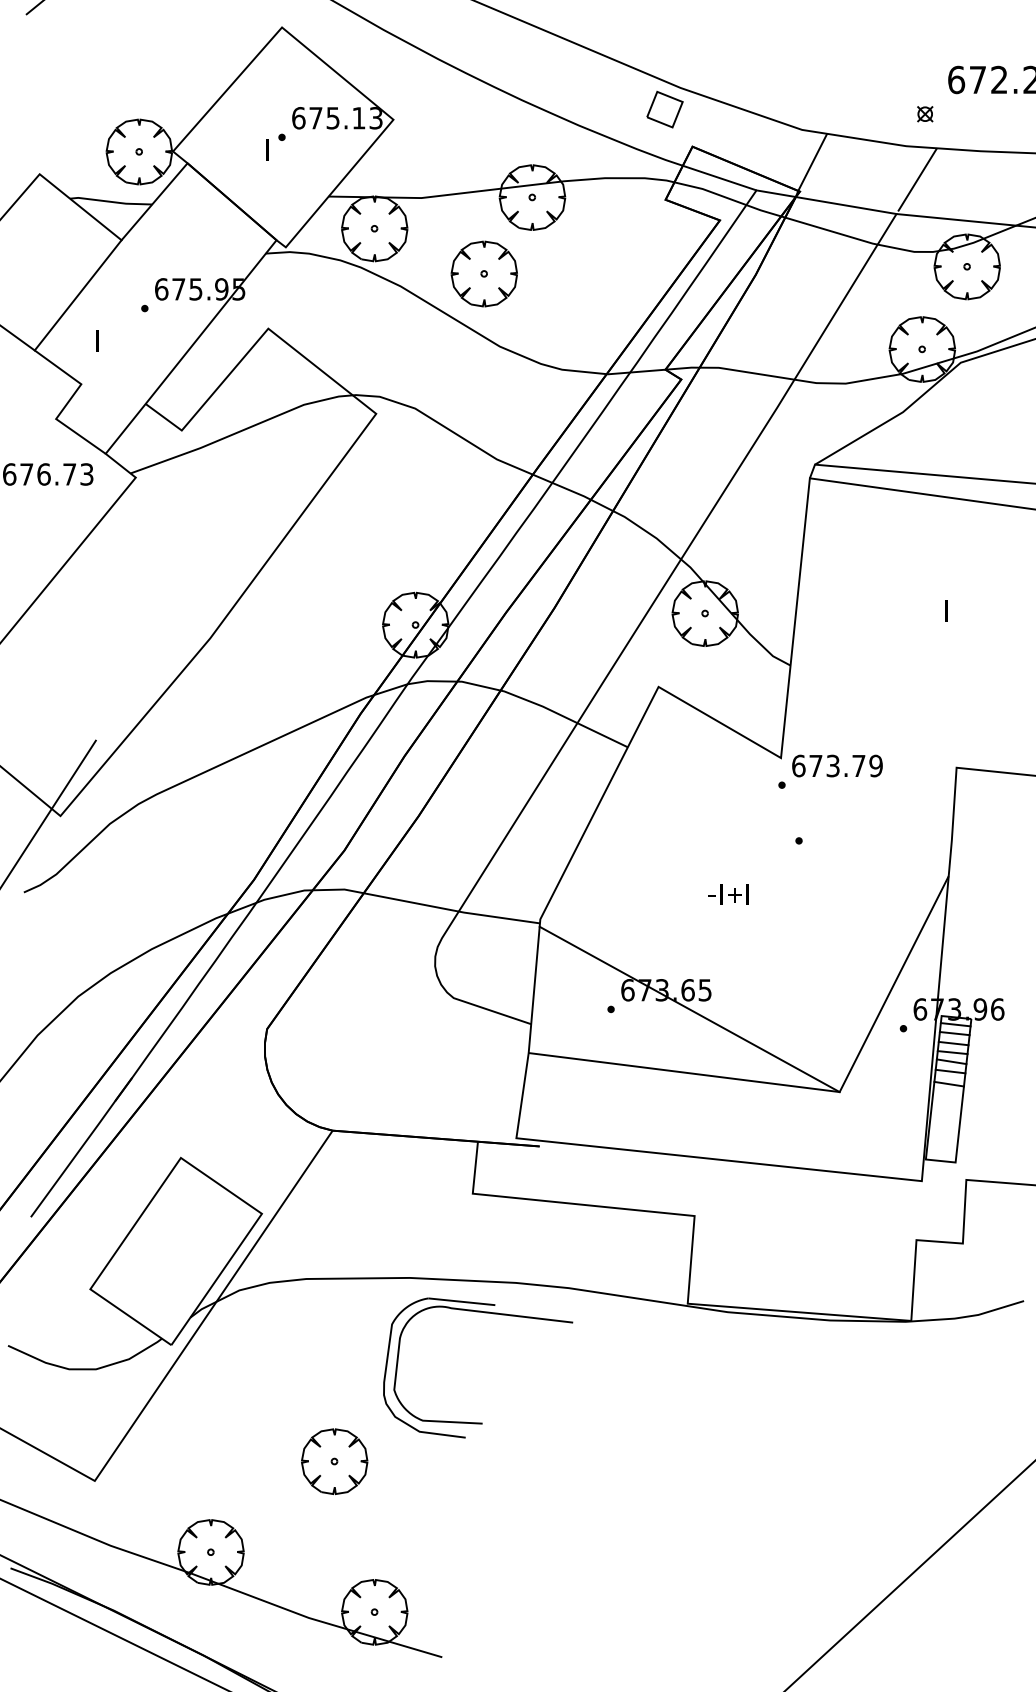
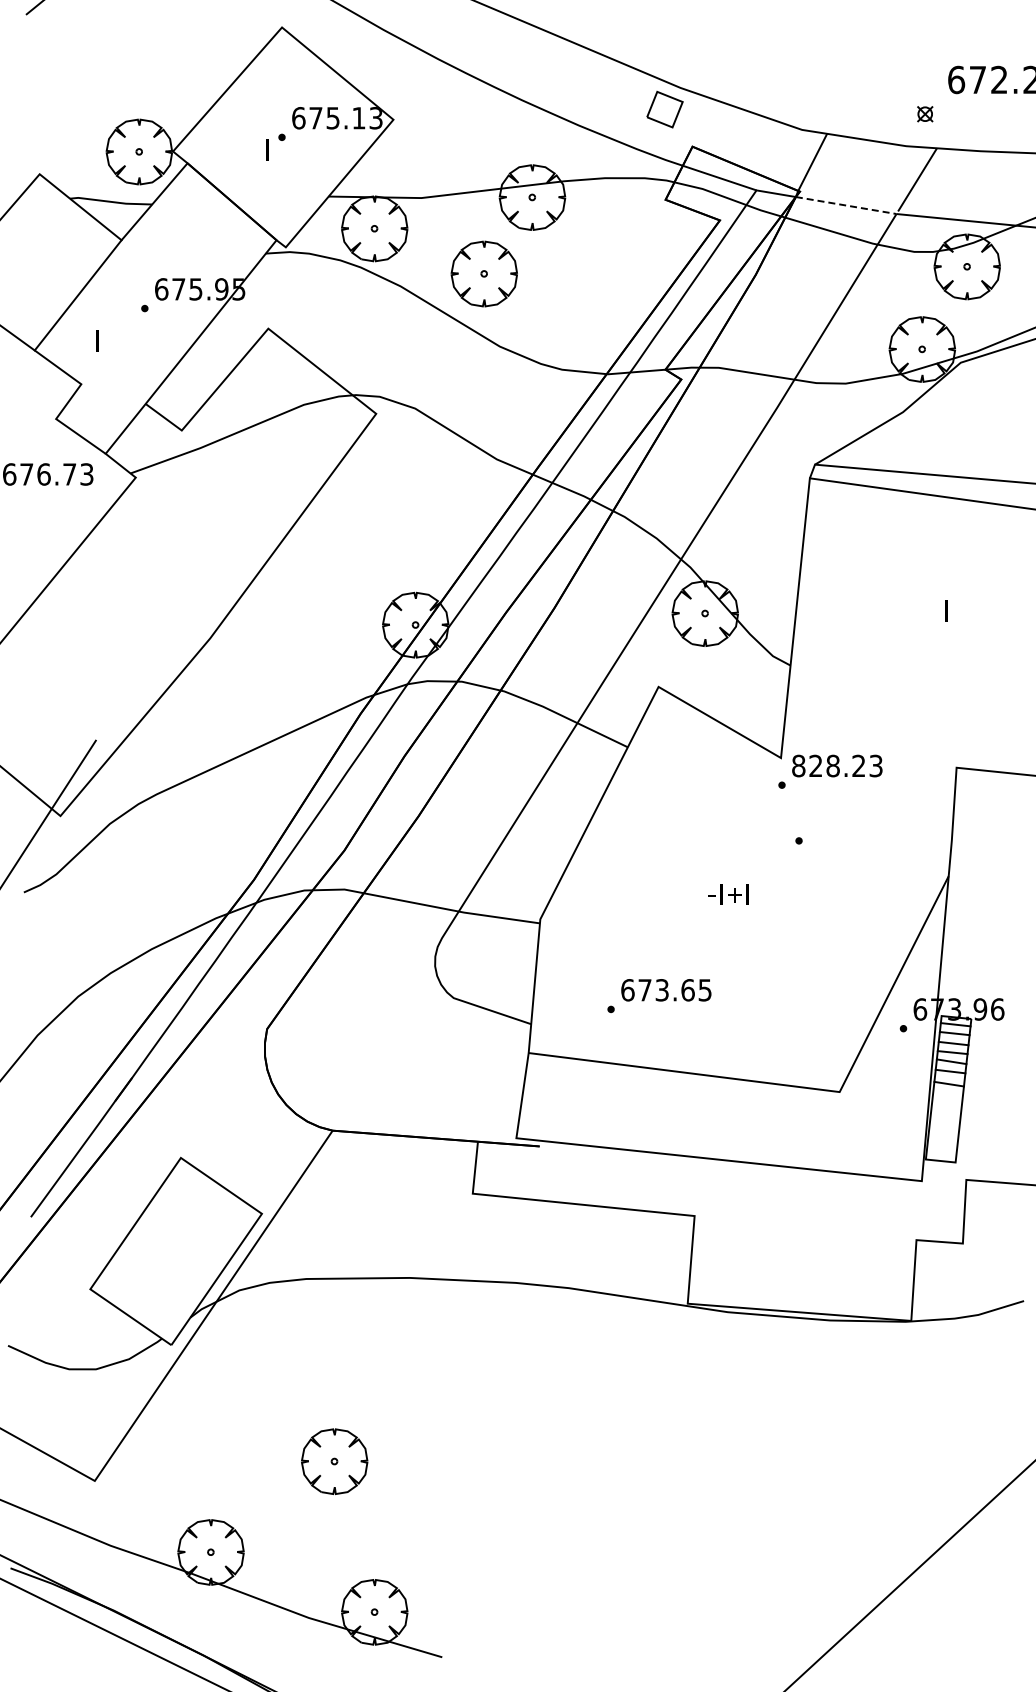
line at (846, 205): solid -> dashed
text at (837, 765): 673.79 -> 828.23
line at (689, 1009): present -> none
part at (484, 1313): present -> none
